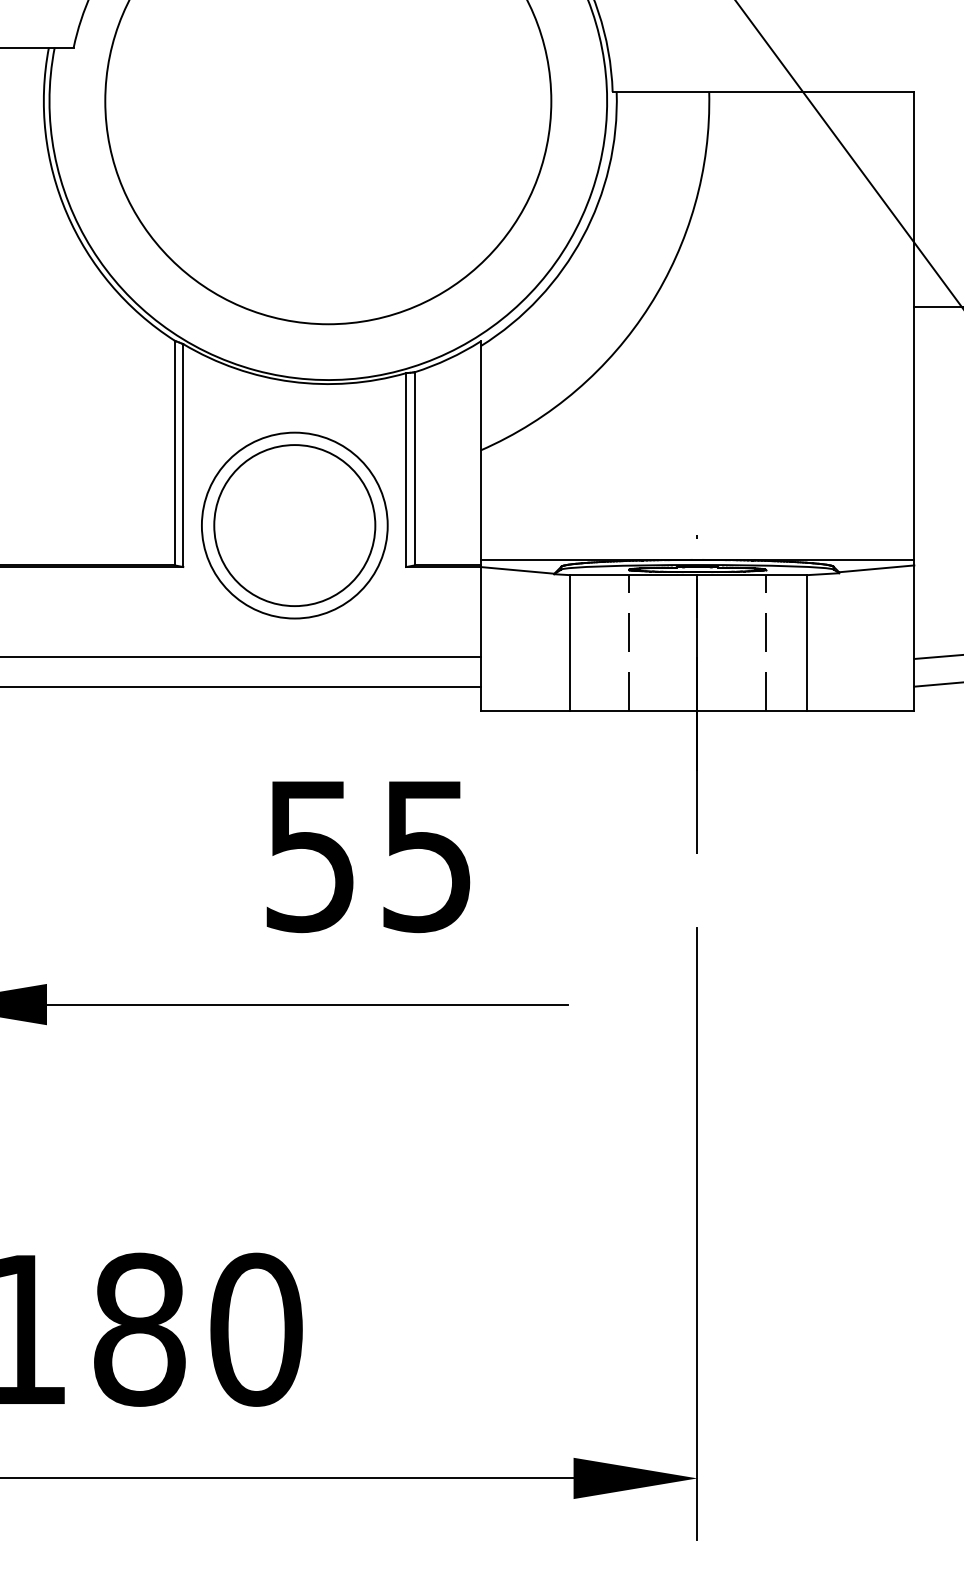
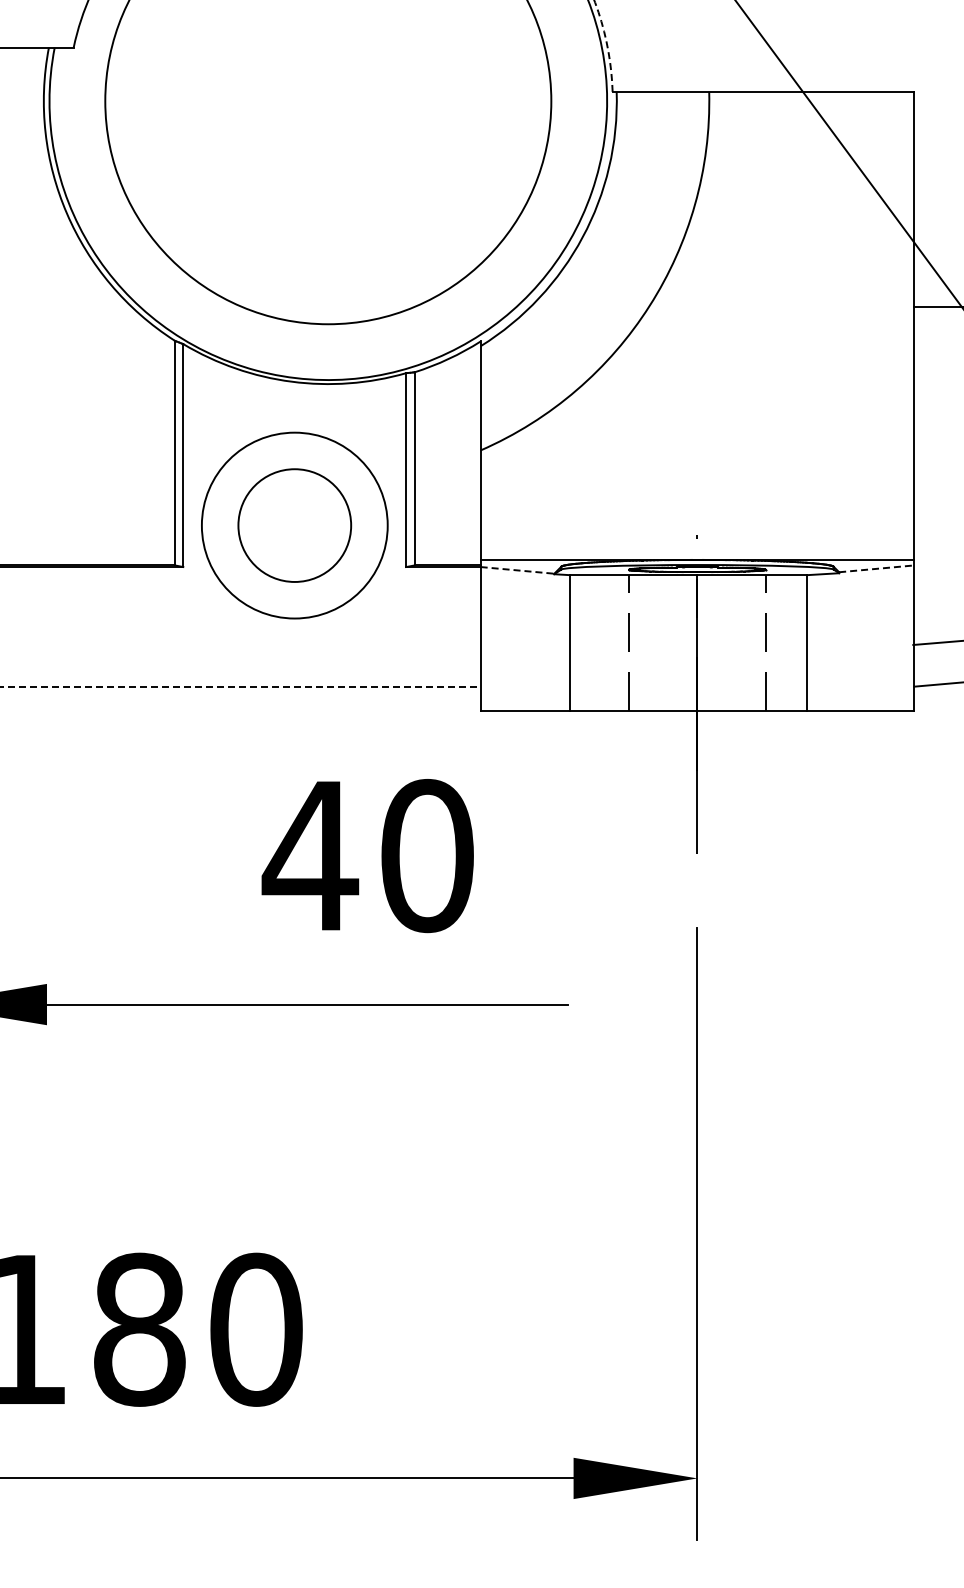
arc at (606, 44): solid -> dashed
circle at (294, 525) diameter: 161 px -> 113 px
line at (876, 568): solid -> dashed
line at (517, 570): solid -> dashed
line at (937, 656) position: (937, 656) -> (936, 642)
line at (241, 657): present -> none
line at (240, 686): solid -> dashed
text at (367, 856): 55 -> 40
